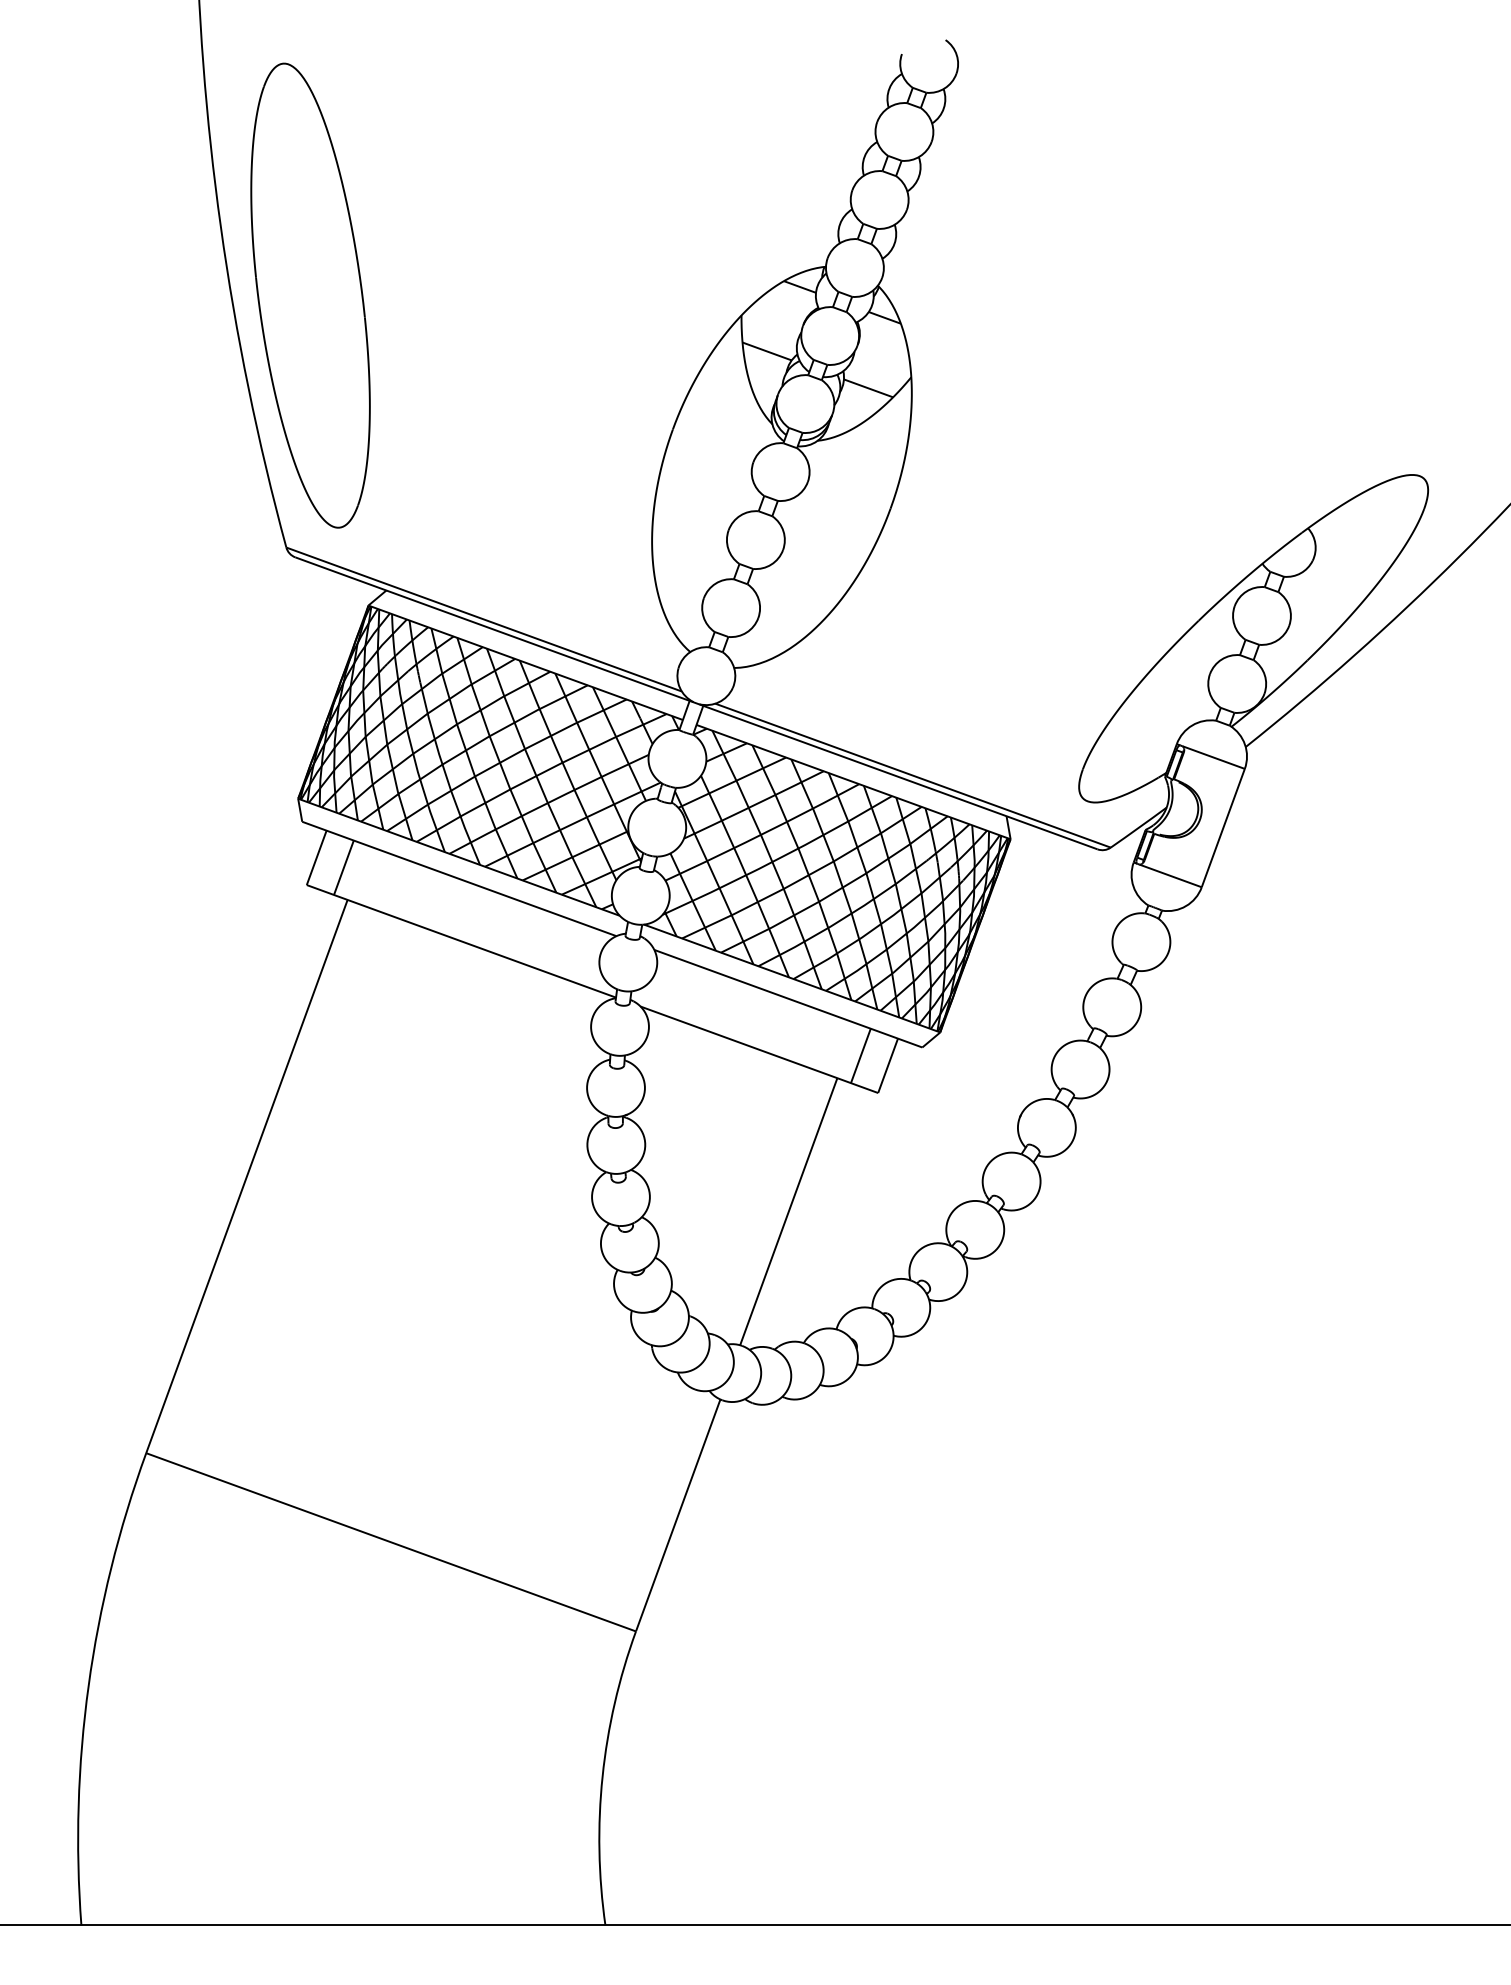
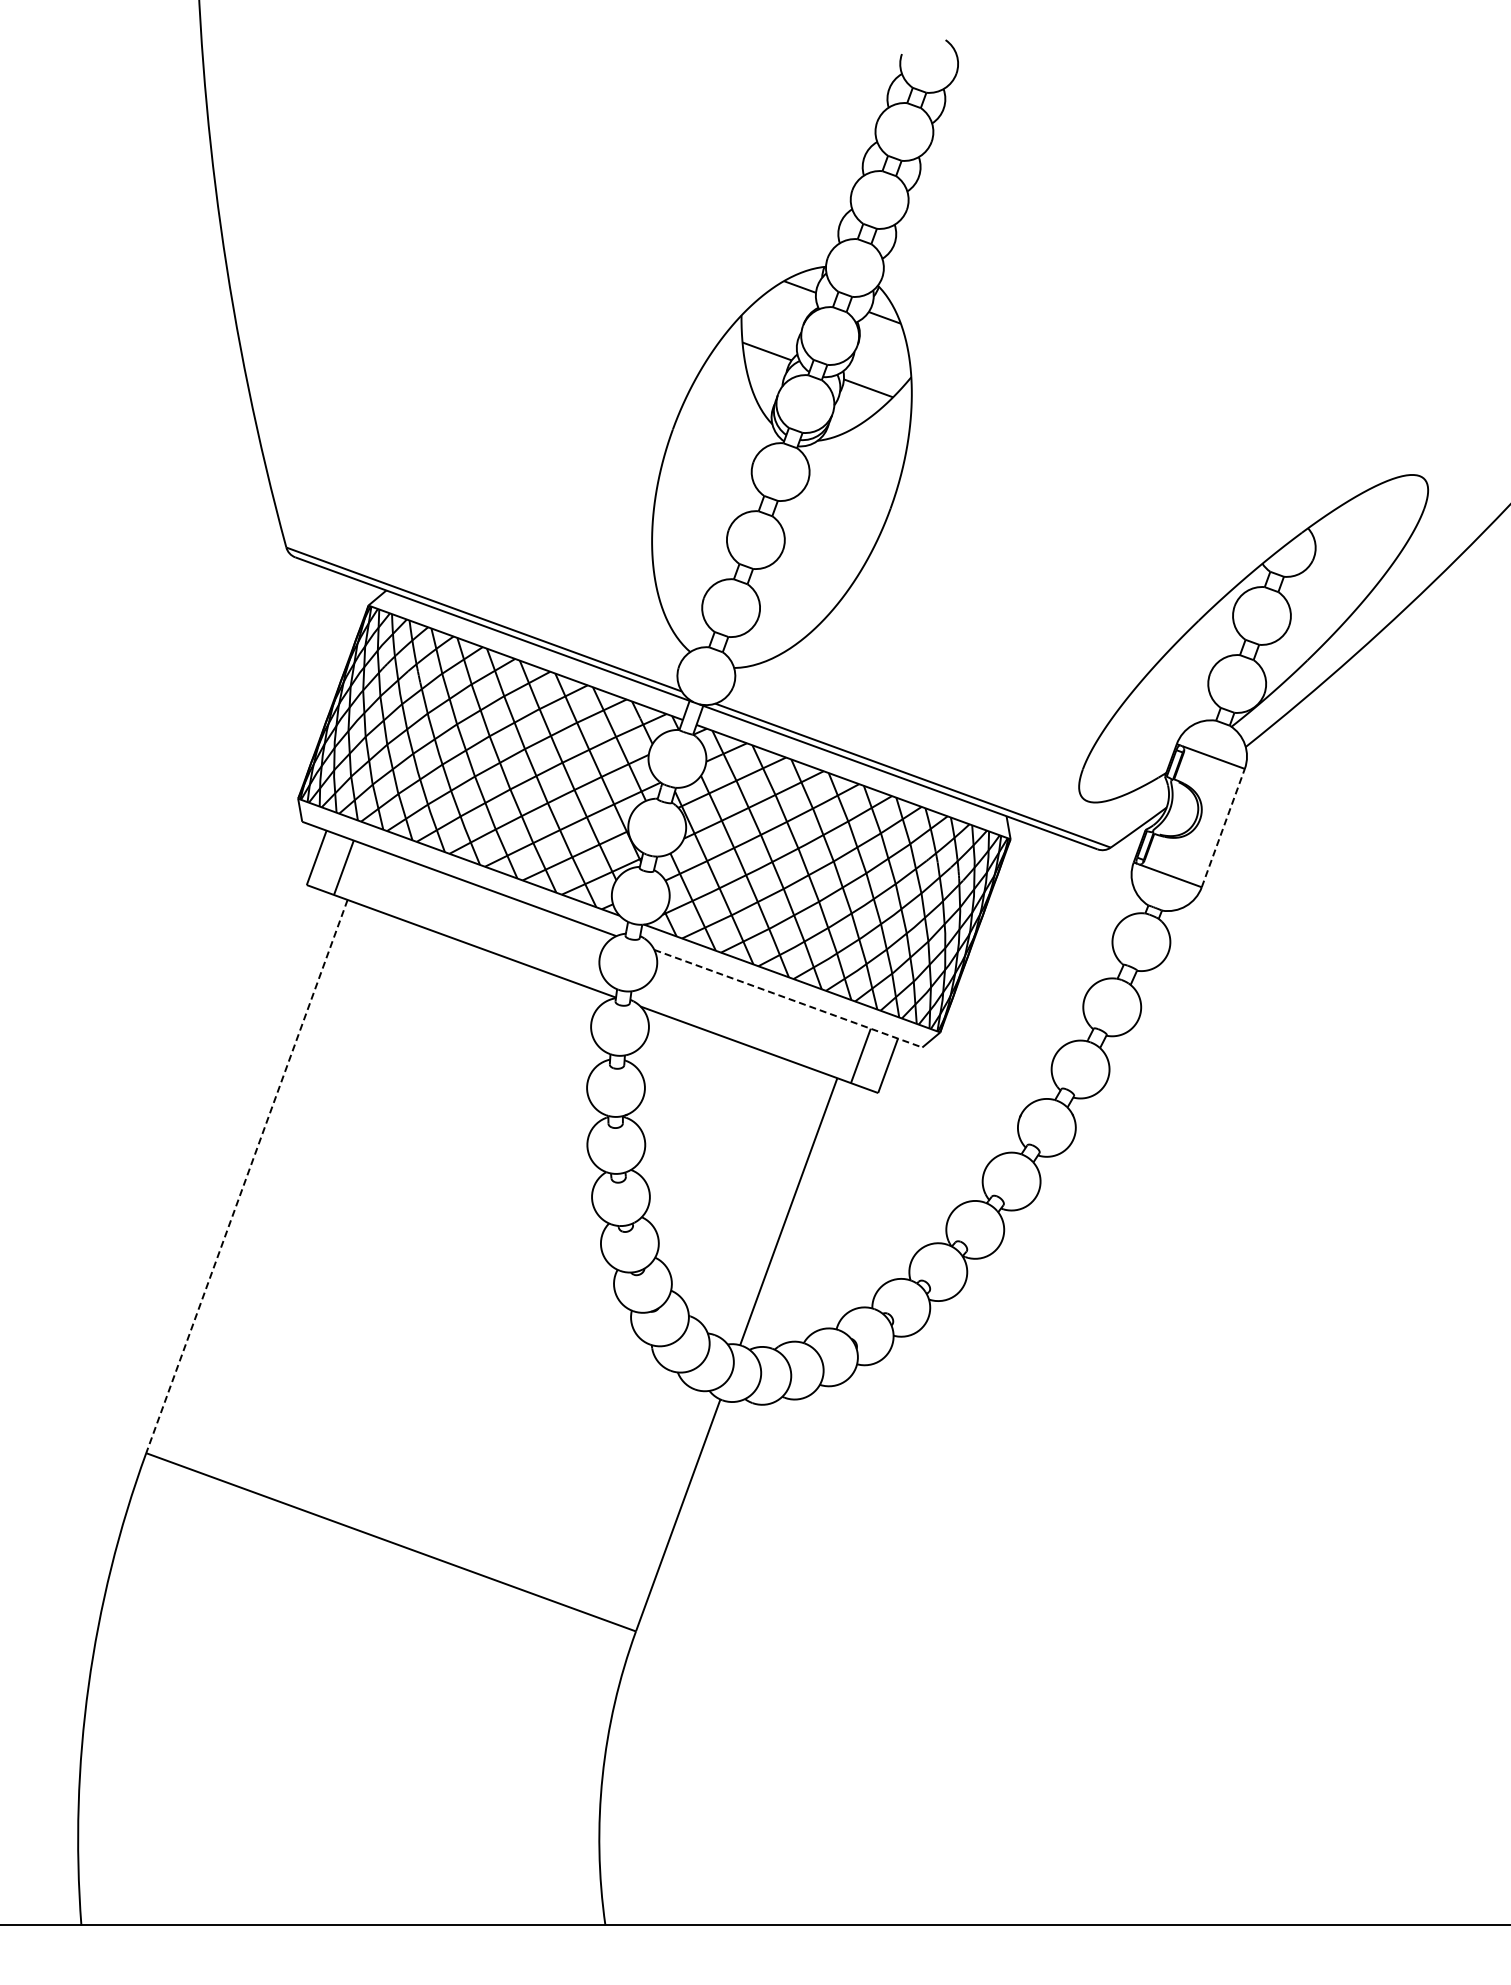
part at (310, 295): present -> none
line at (1223, 828): solid -> dashed
line at (788, 998): solid -> dashed
line at (246, 1177): solid -> dashed
